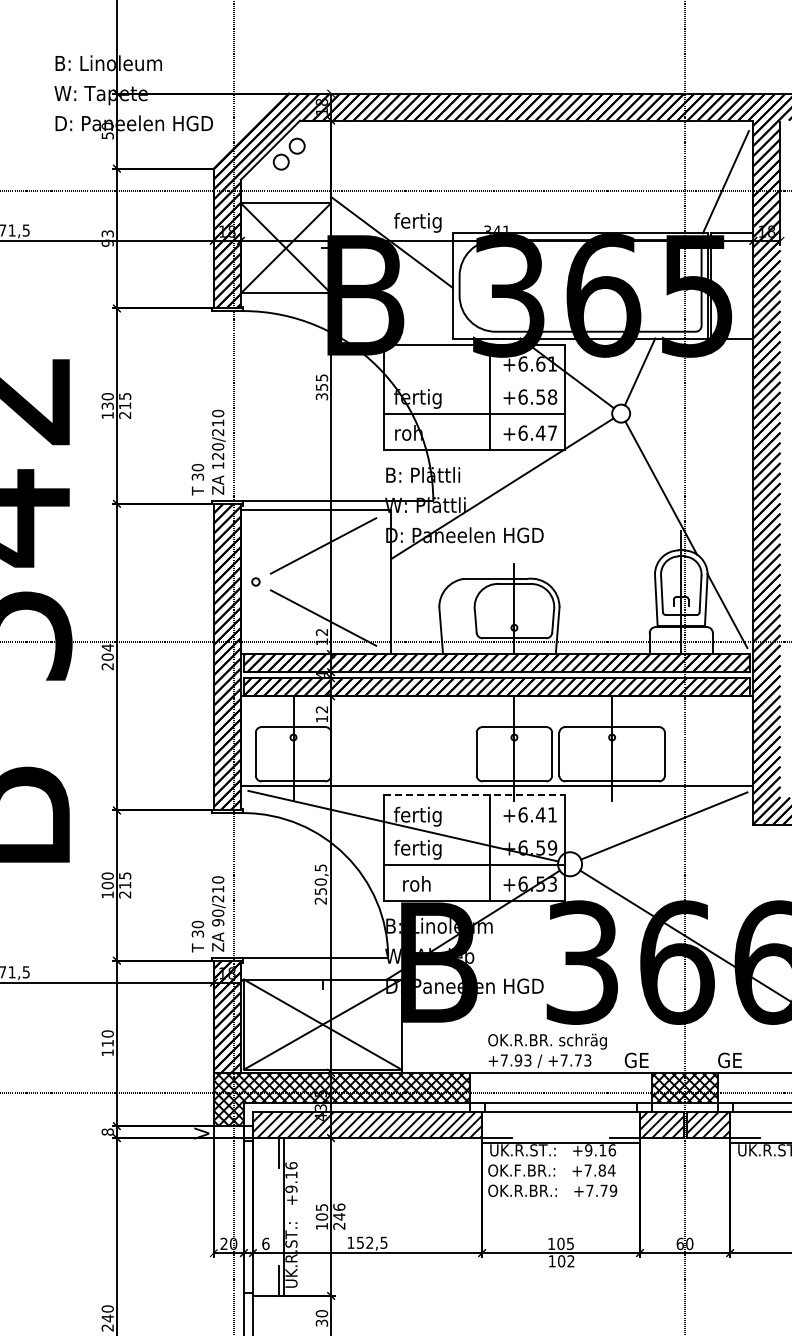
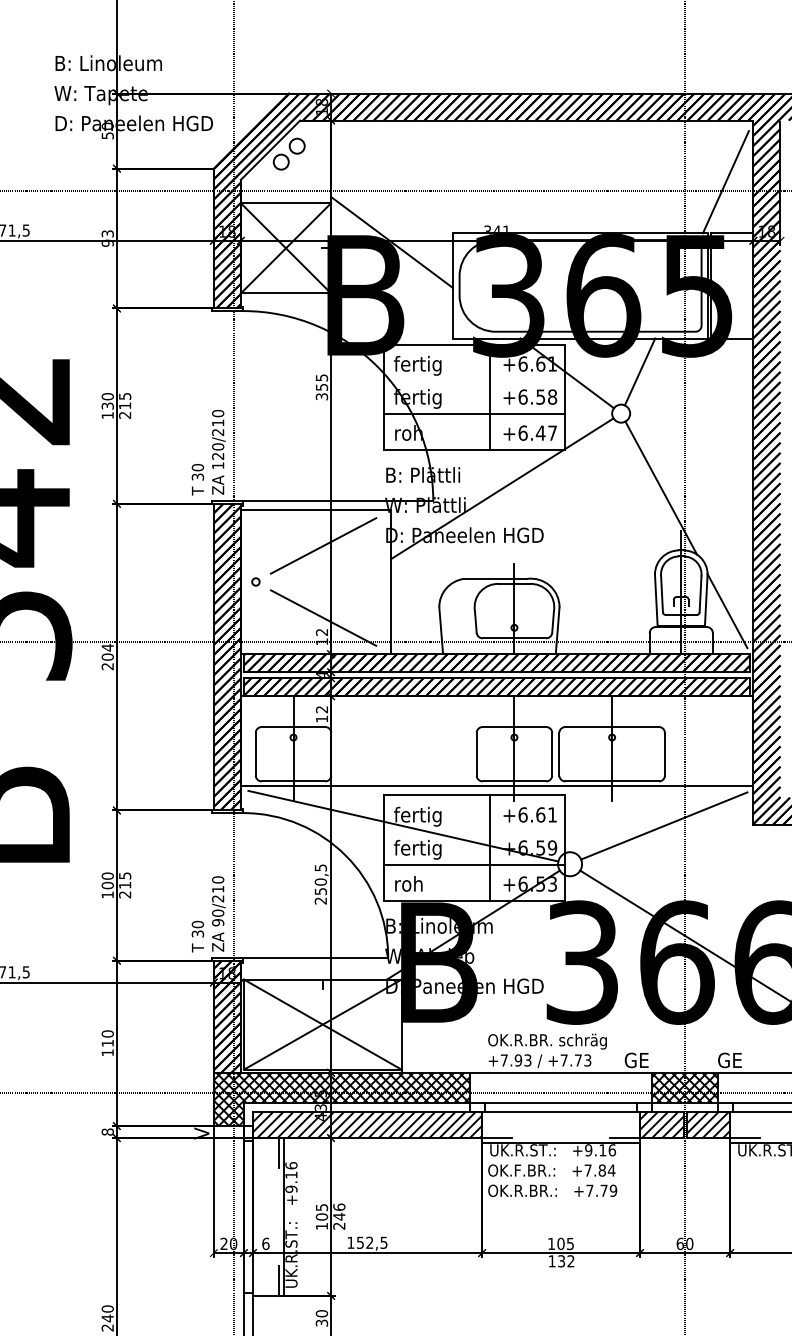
text at (417, 222) position: (417, 222) -> (417, 365)
line at (475, 795): dashed -> solid
text at (540, 814): +6.41 -> +6.61
text at (416, 883) position: (416, 883) -> (408, 883)
text at (561, 1261): 102 -> 132
